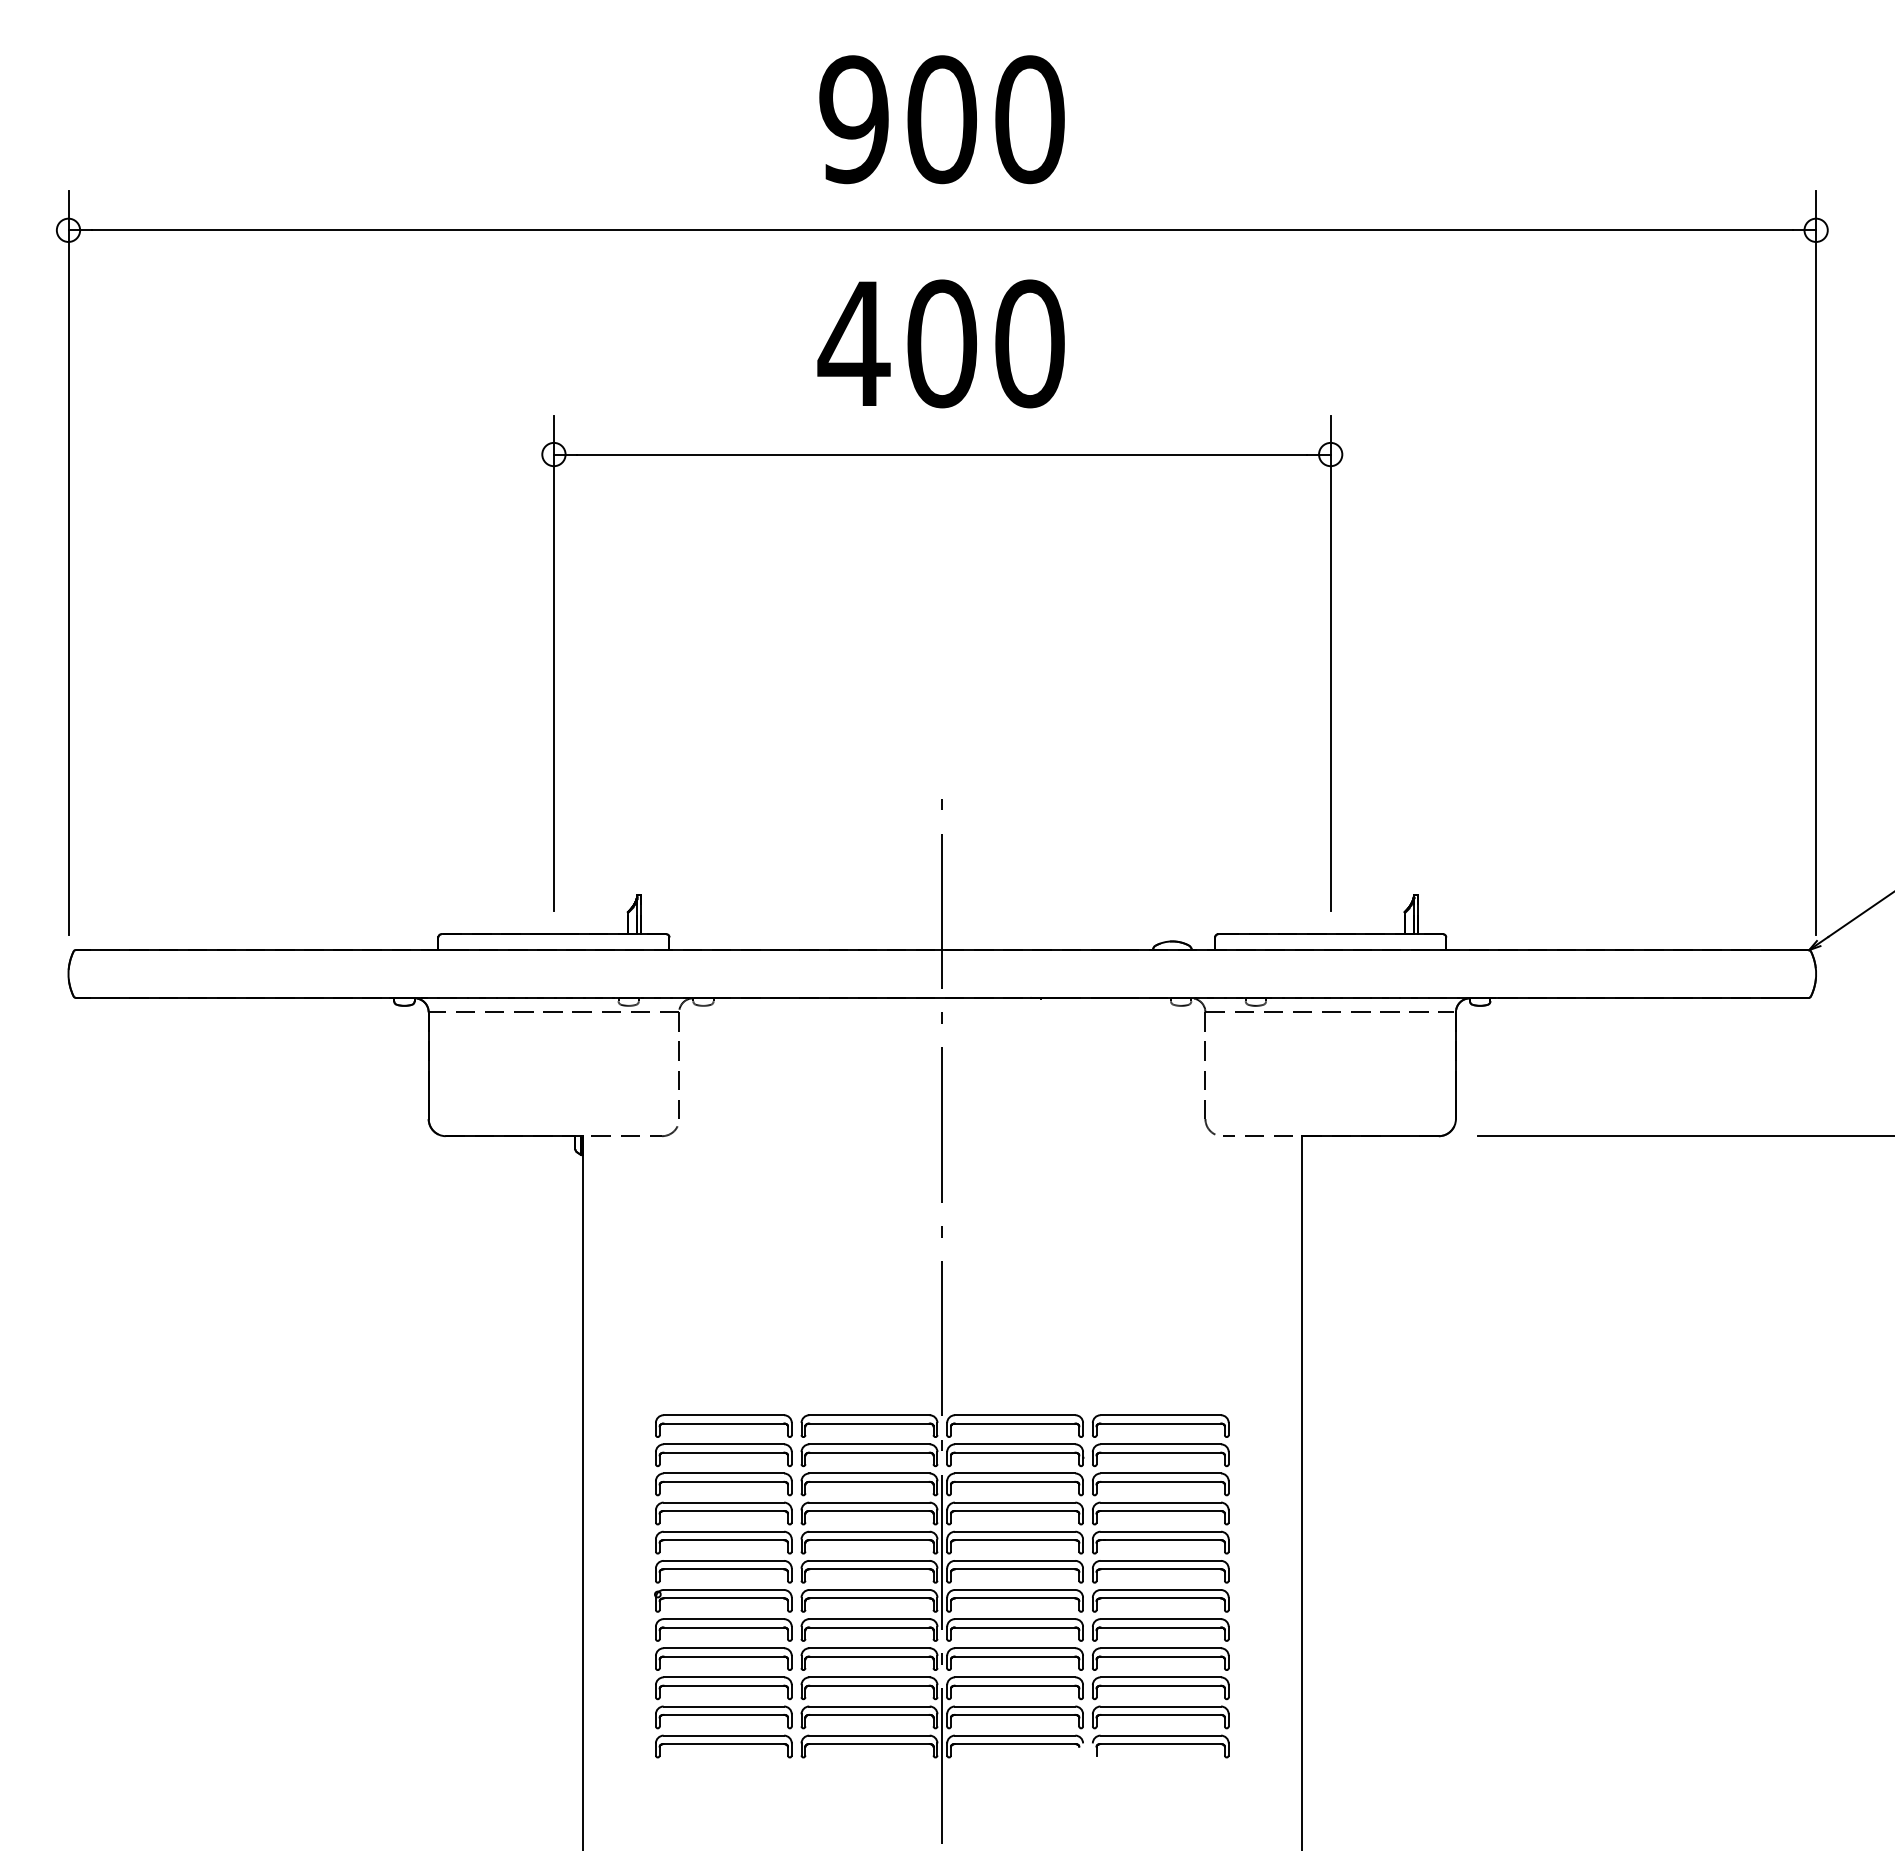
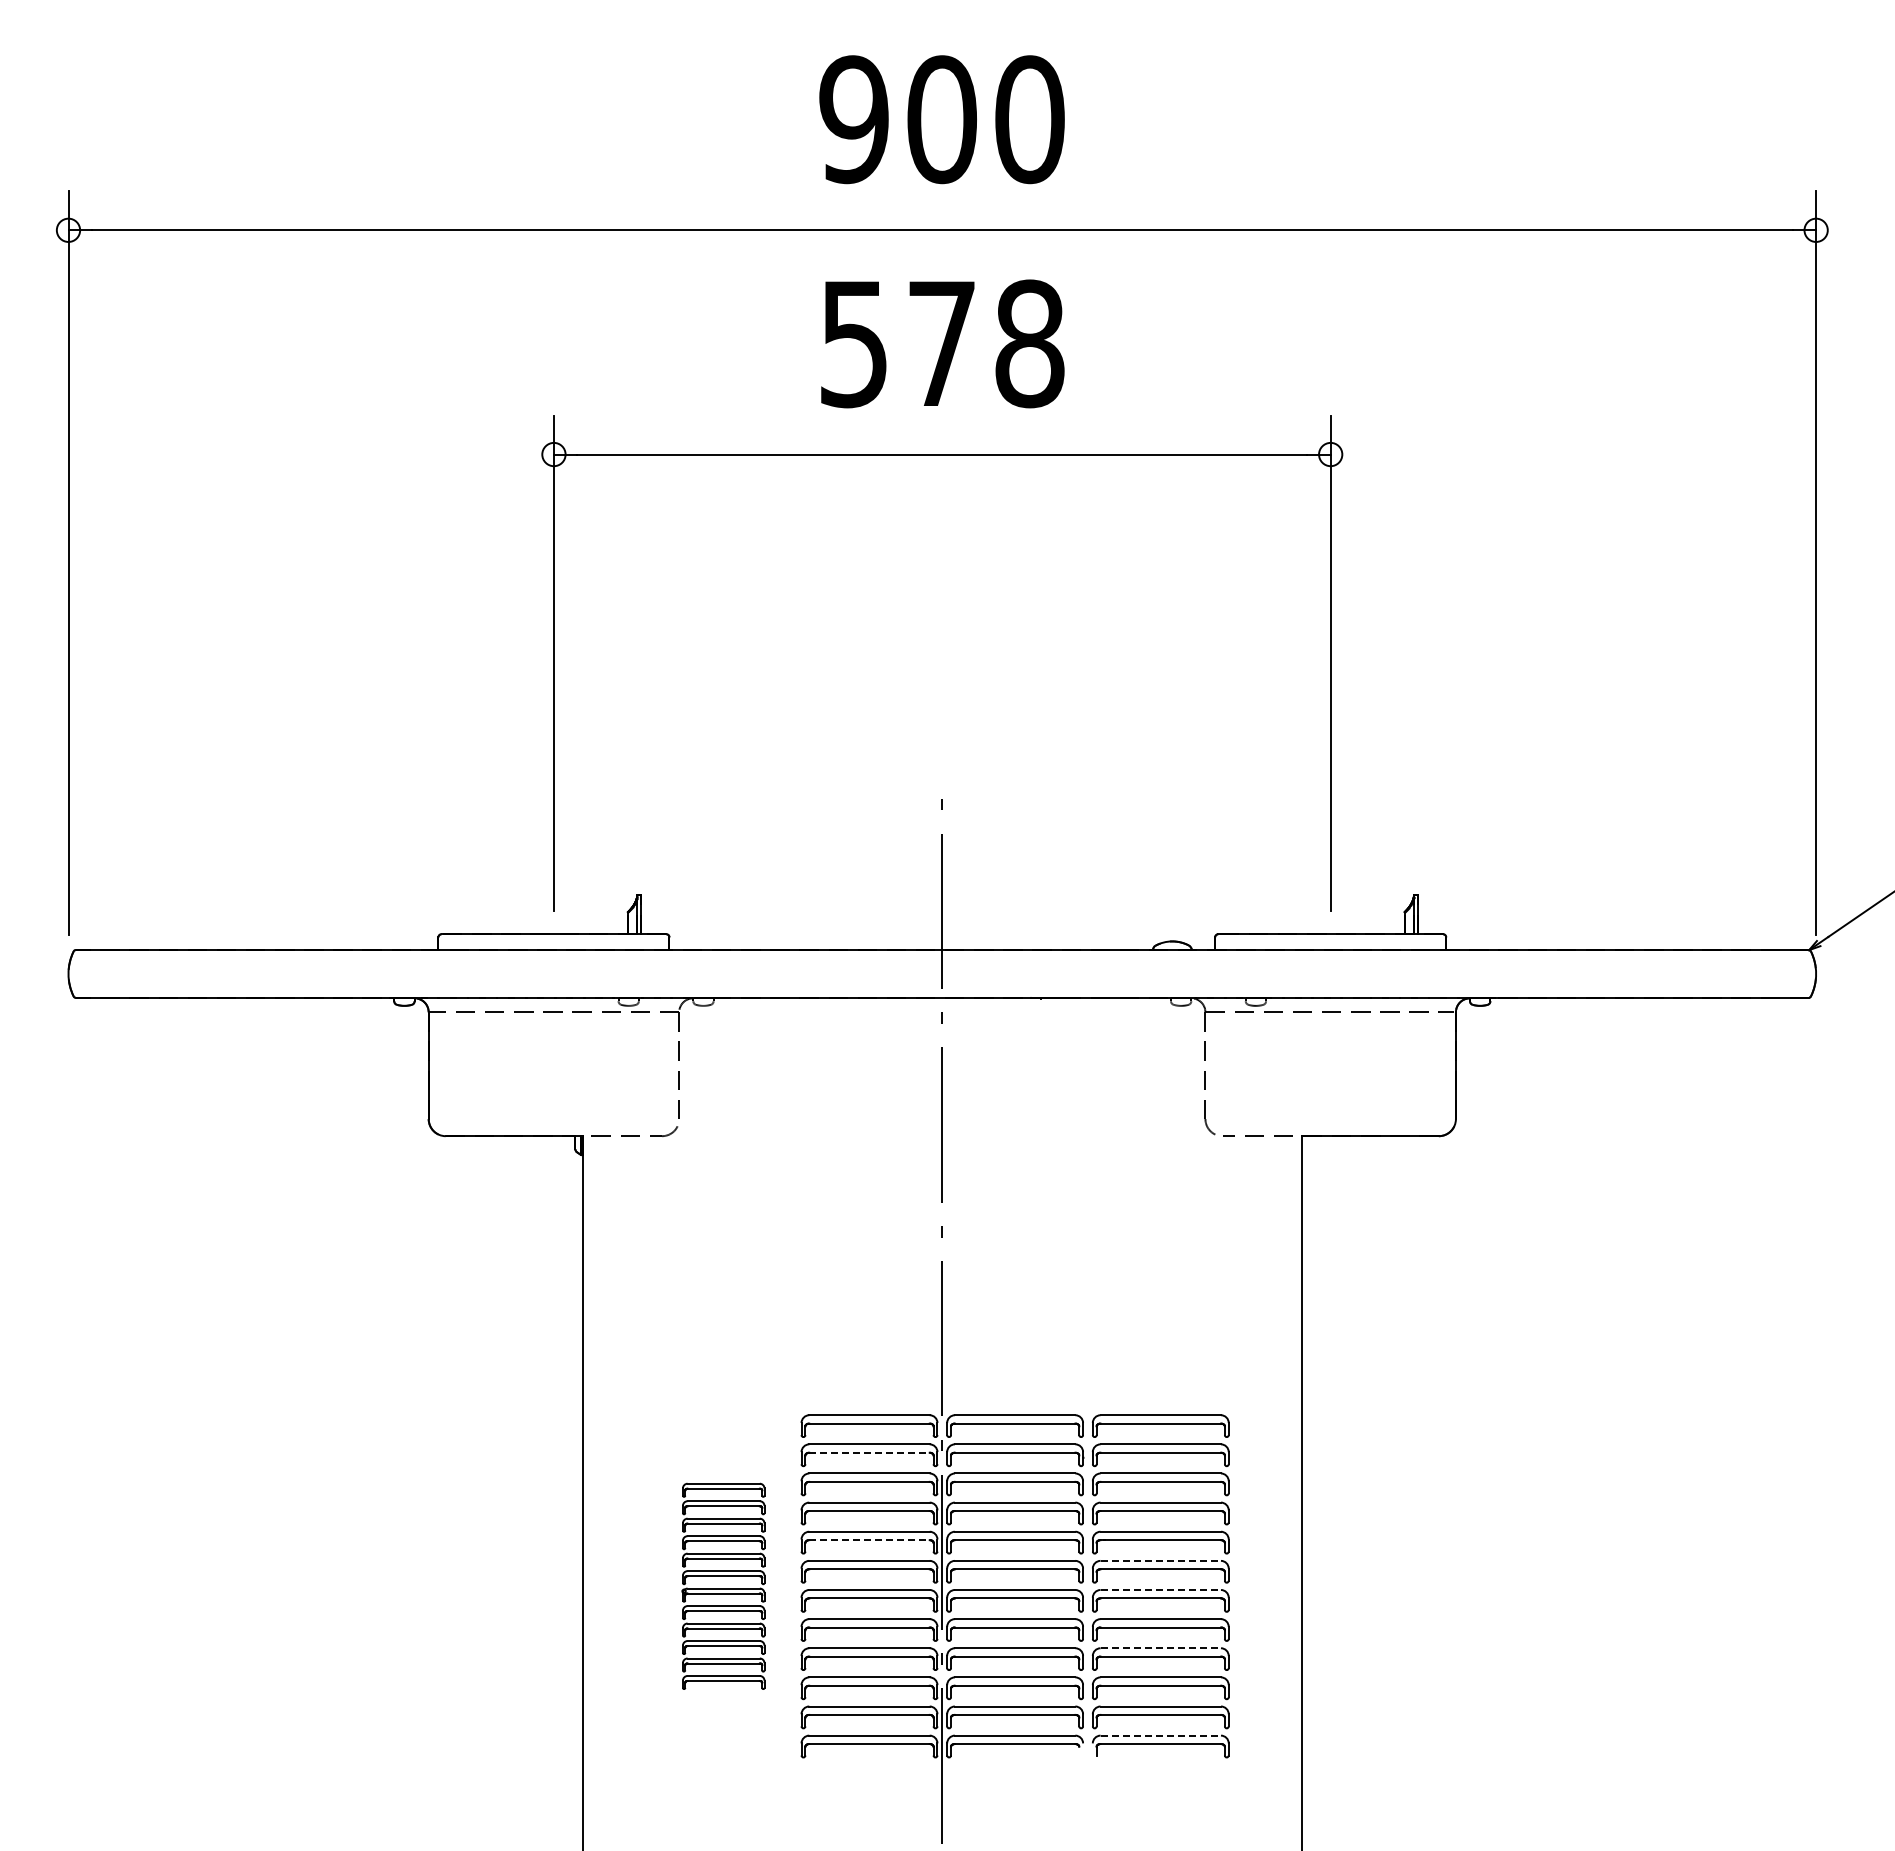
text at (940, 343): 400 -> 578
line at (1684, 1136): present -> none
line at (870, 1452): solid -> dashed
line at (870, 1540): solid -> dashed
line at (1161, 1560): solid -> dashed
part at (723, 1586) size: 139x345 px -> 85x208 px
line at (1161, 1589): solid -> dashed
line at (1161, 1648): solid -> dashed
line at (1161, 1735): solid -> dashed
